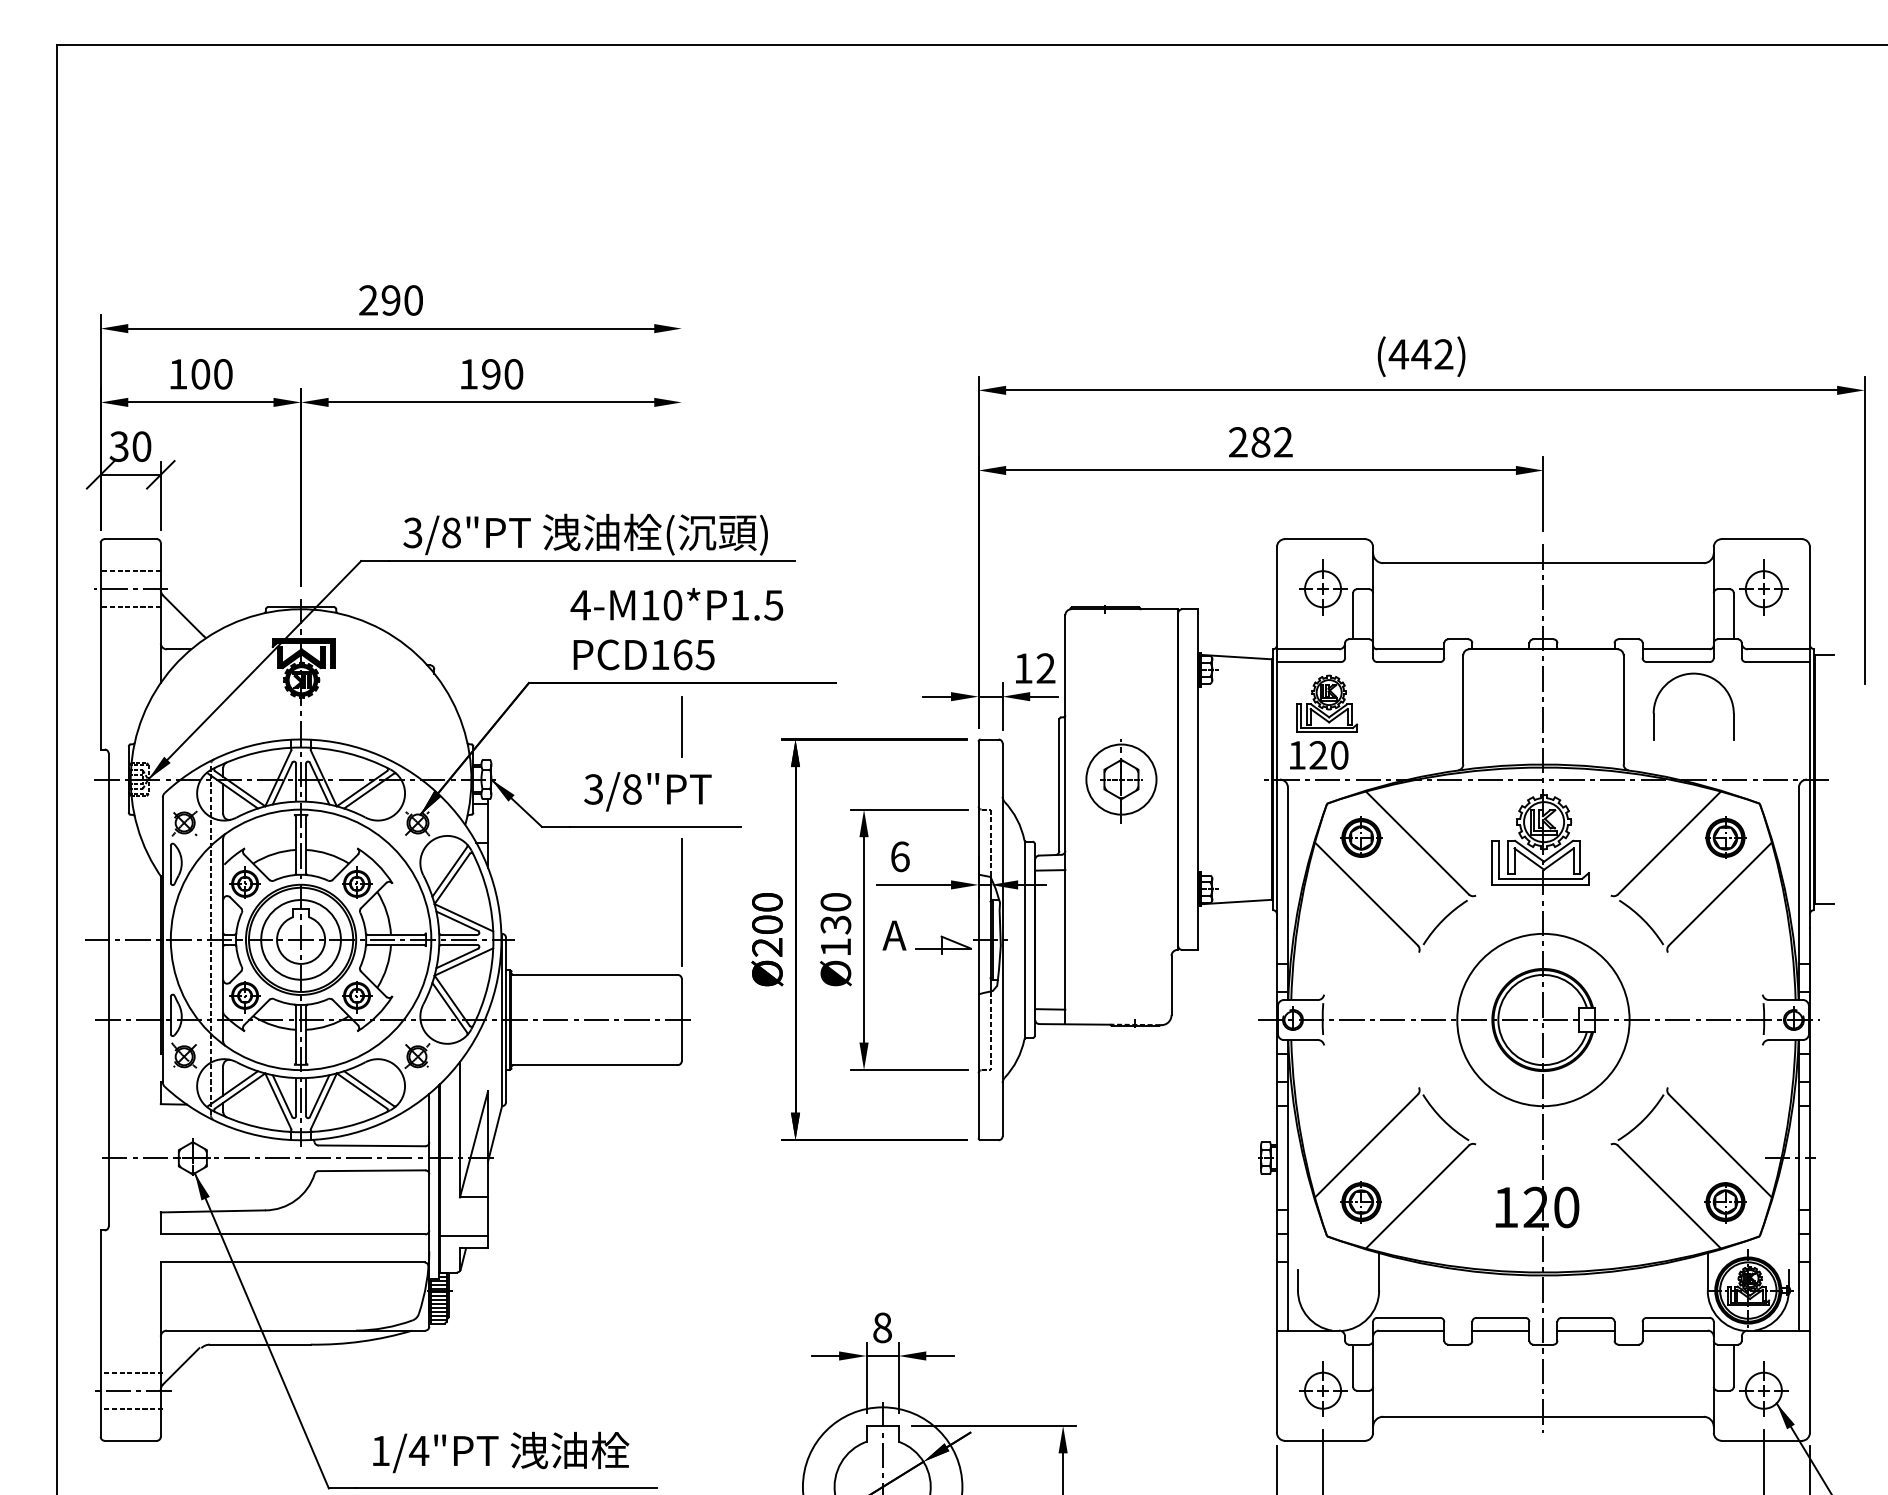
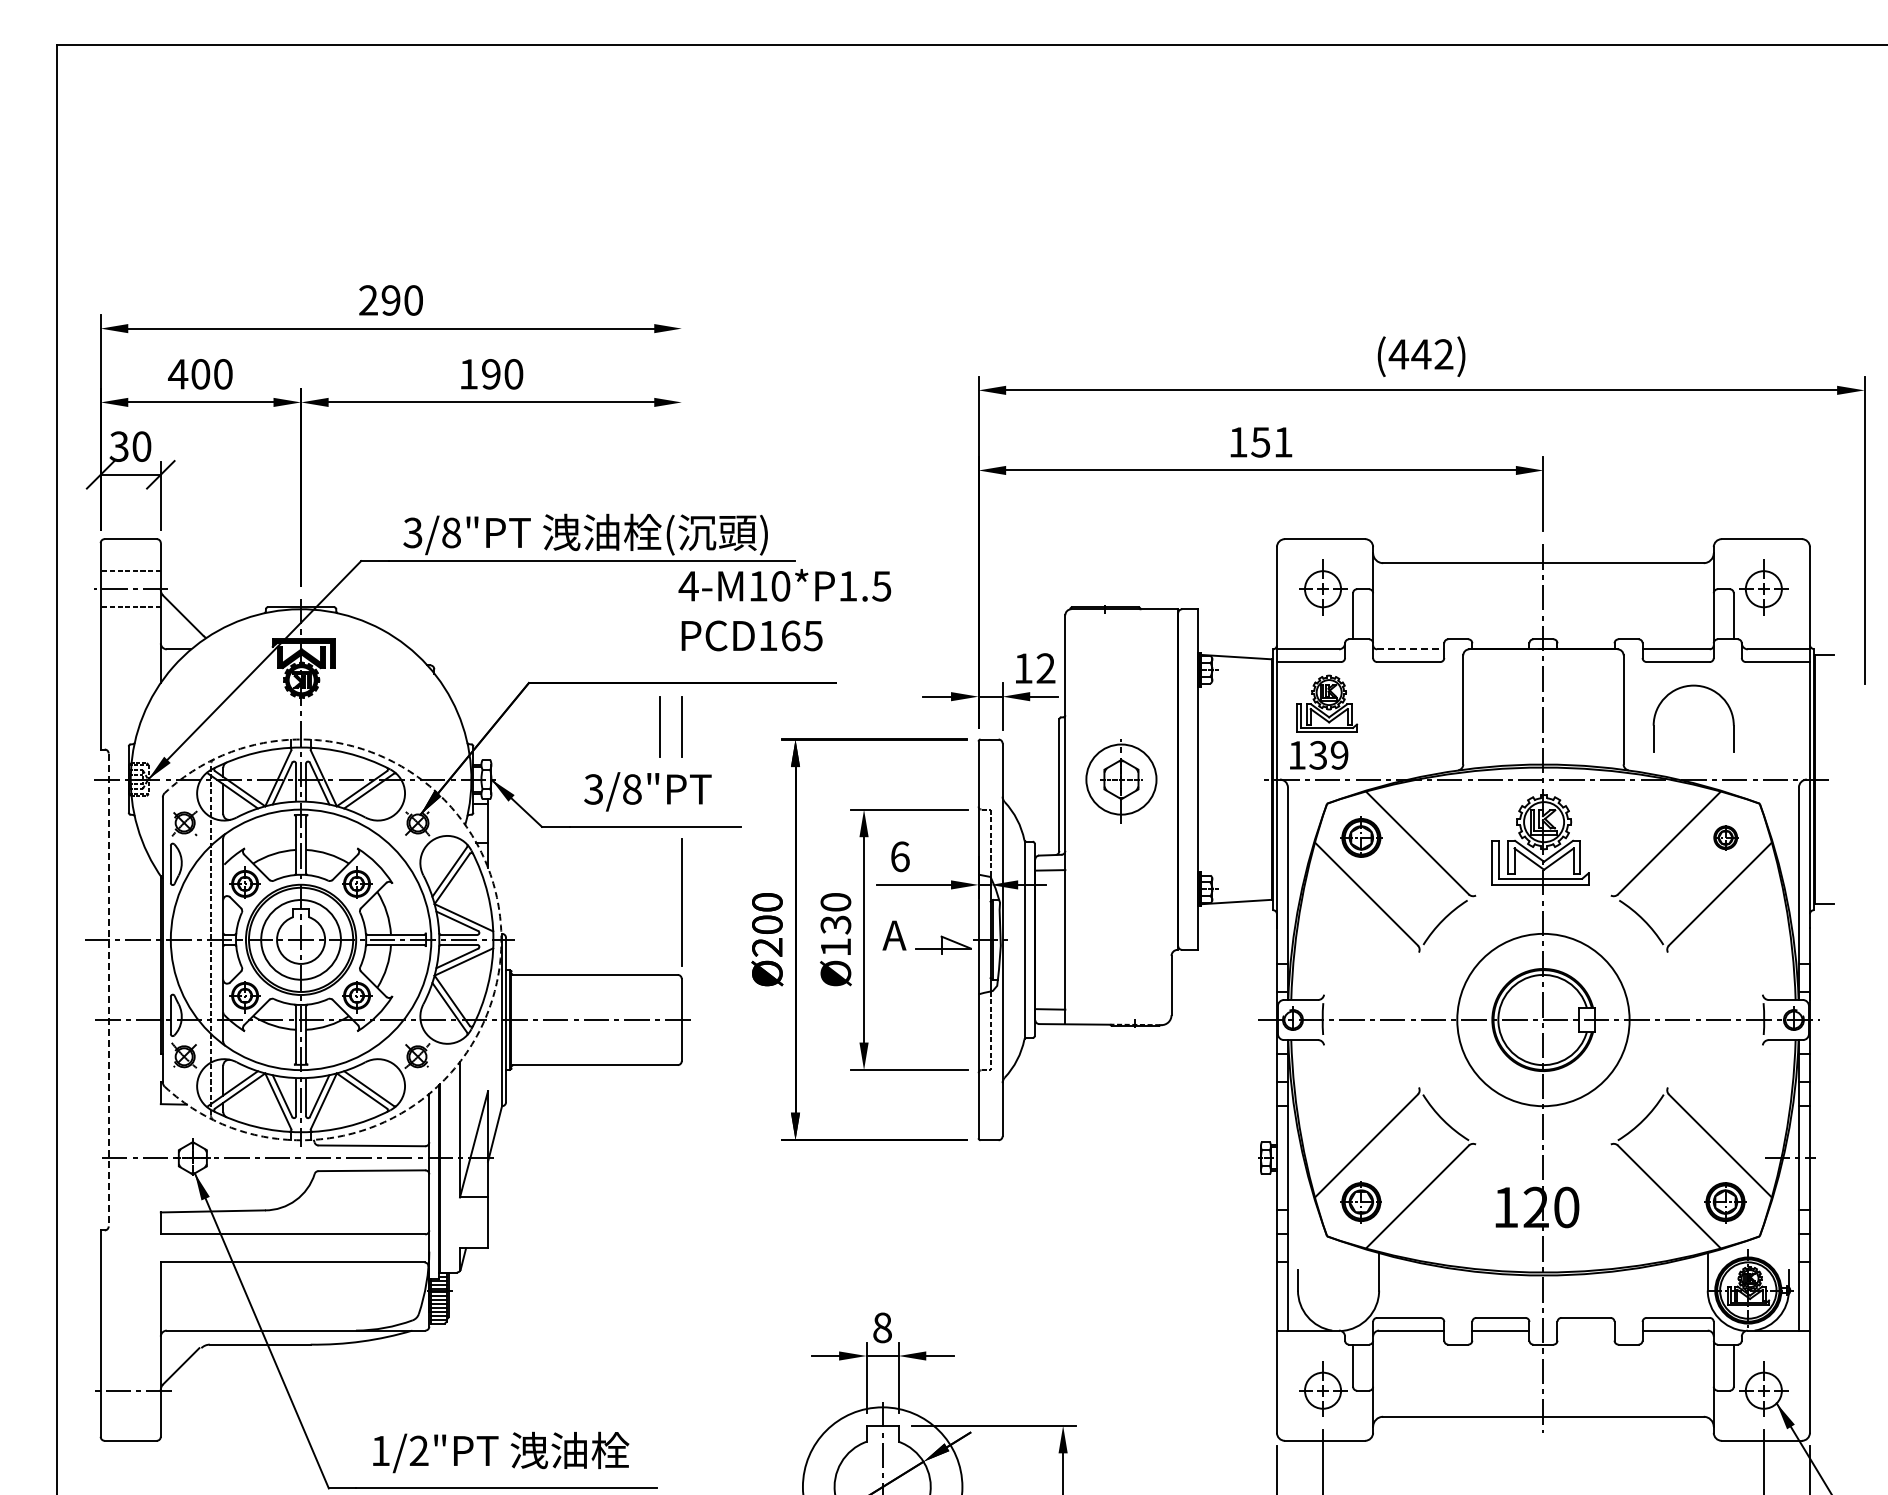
text at (178, 374): 100 -> 400
text at (1260, 442): 282 -> 151
text at (676, 629) position: (676, 629) -> (784, 610)
line at (1410, 649): solid -> dashed
part at (1686, 675) position: (1686, 675) -> (1686, 687)
line at (659, 726): none -> present
text at (1328, 755): 120 -> 139
part at (1725, 837) size: 42x43 px -> 26x26 px
arc at (501, 939): solid -> dashed
line at (108, 990): solid -> dashed
line at (463, 1236): present -> none
line at (1585, 1330): present -> none
line at (132, 1372): present -> none
line at (132, 1408): present -> none
text at (418, 1450): 1/4"PT -> 1/2"PT
